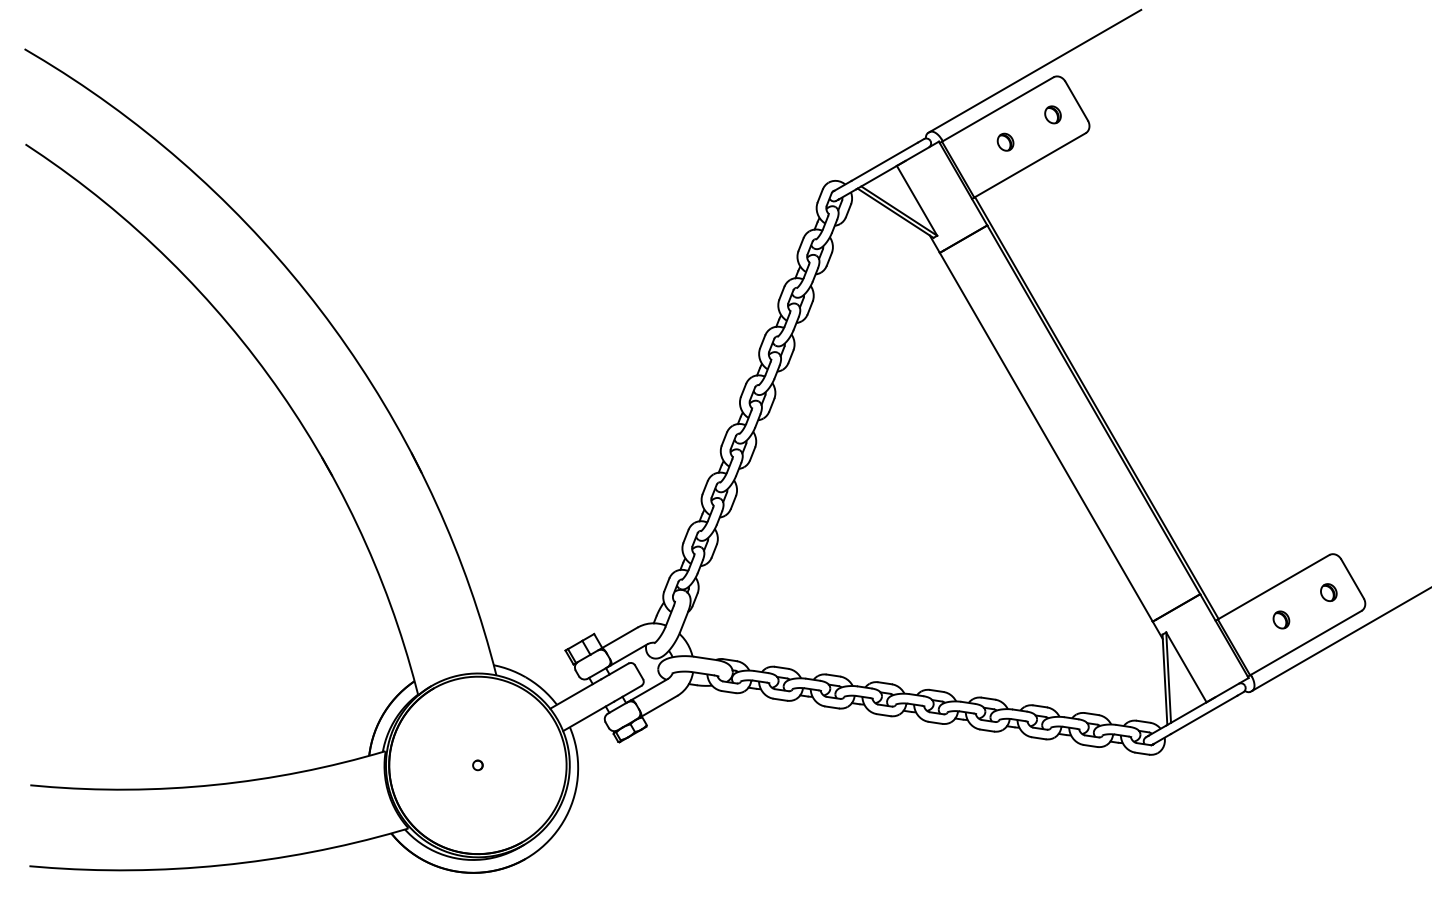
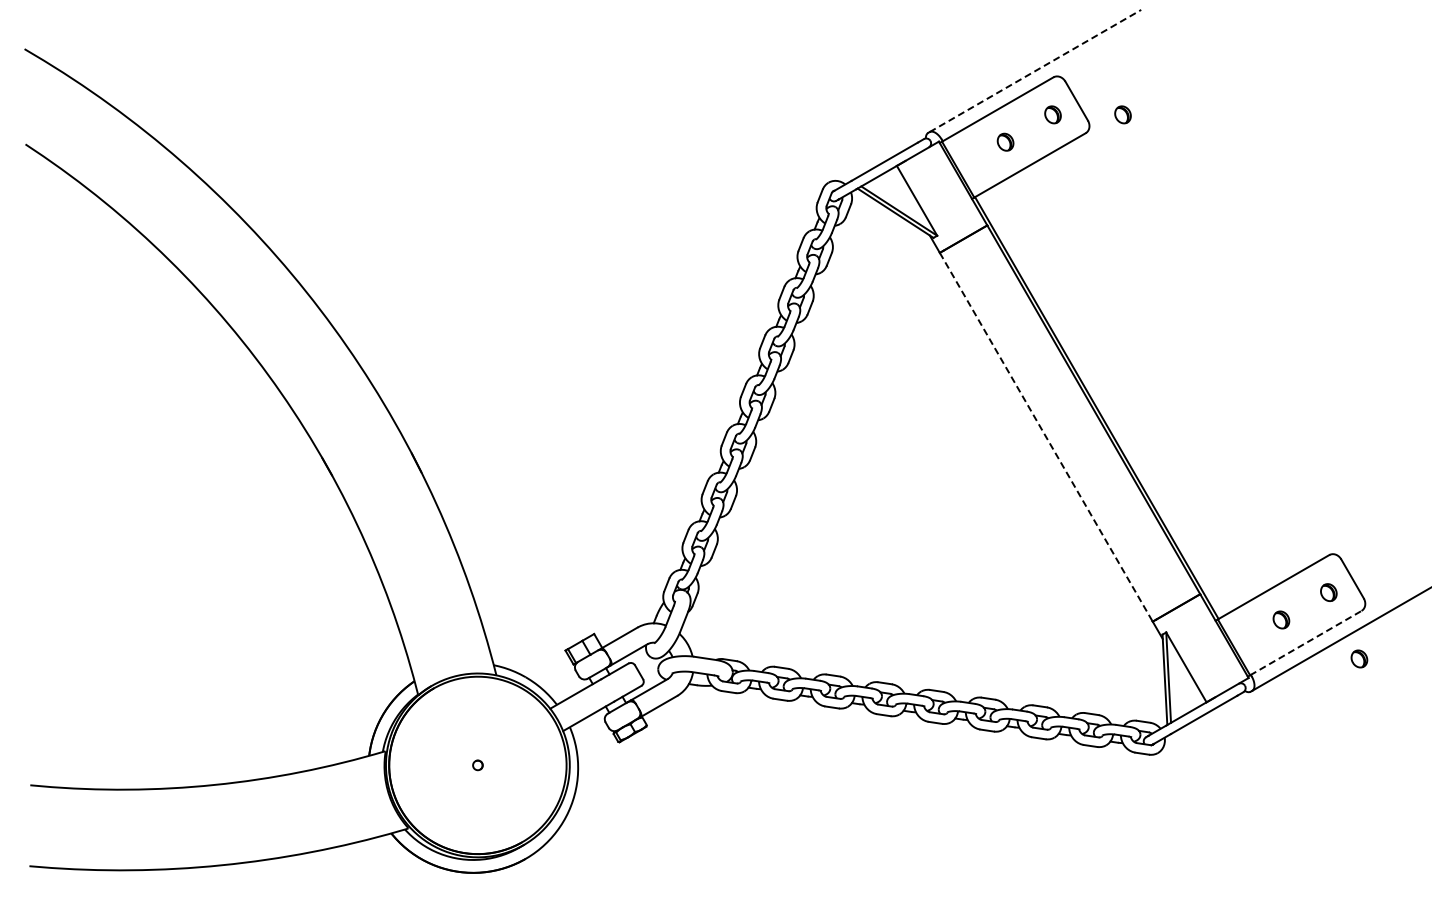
line at (1035, 70): solid -> dashed
part at (1122, 114): none -> present
line at (1046, 437): solid -> dashed
line at (1306, 642): solid -> dashed
part at (1359, 658): none -> present
